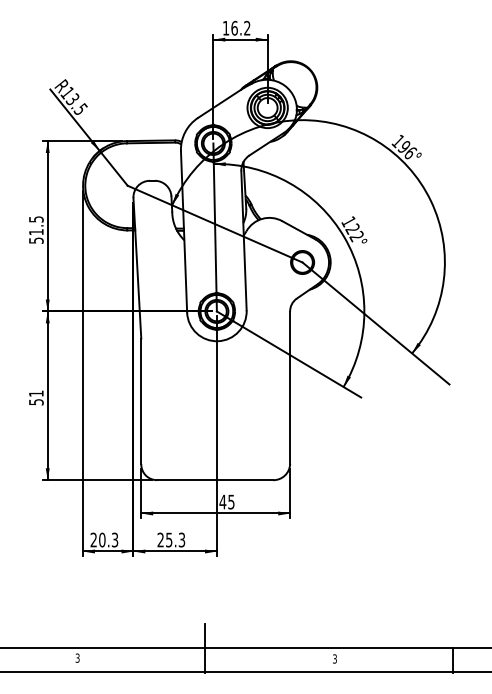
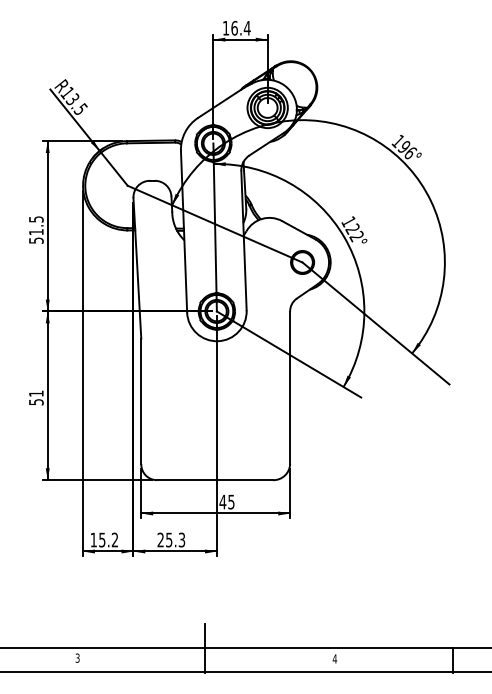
text at (246, 27): 16.2 -> 16.4
text at (104, 539): 20.3 -> 15.2
text at (334, 658): 3 -> 4
